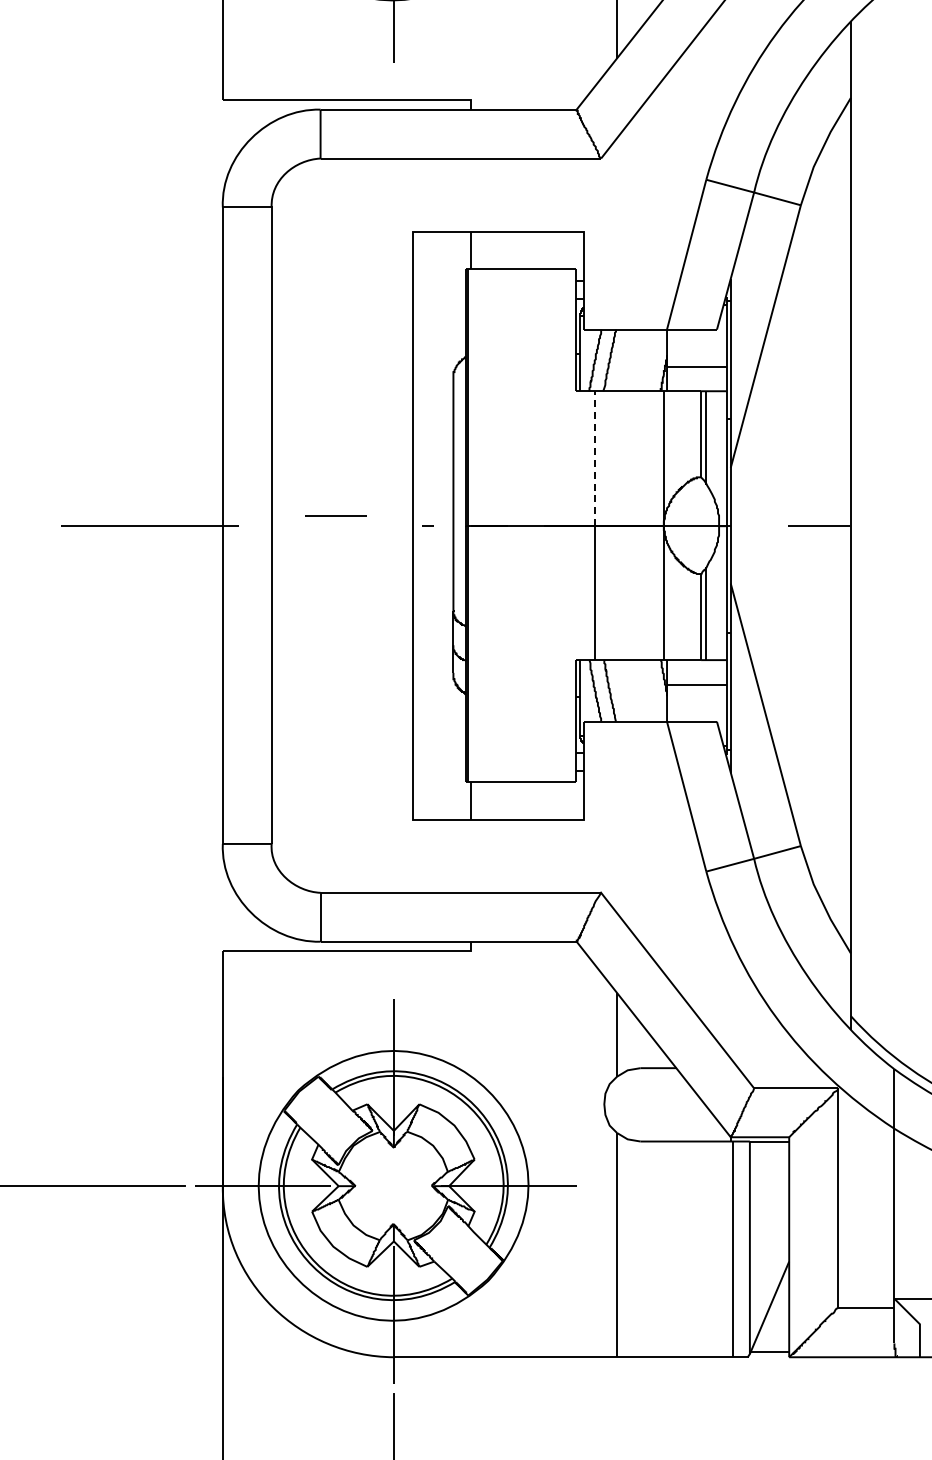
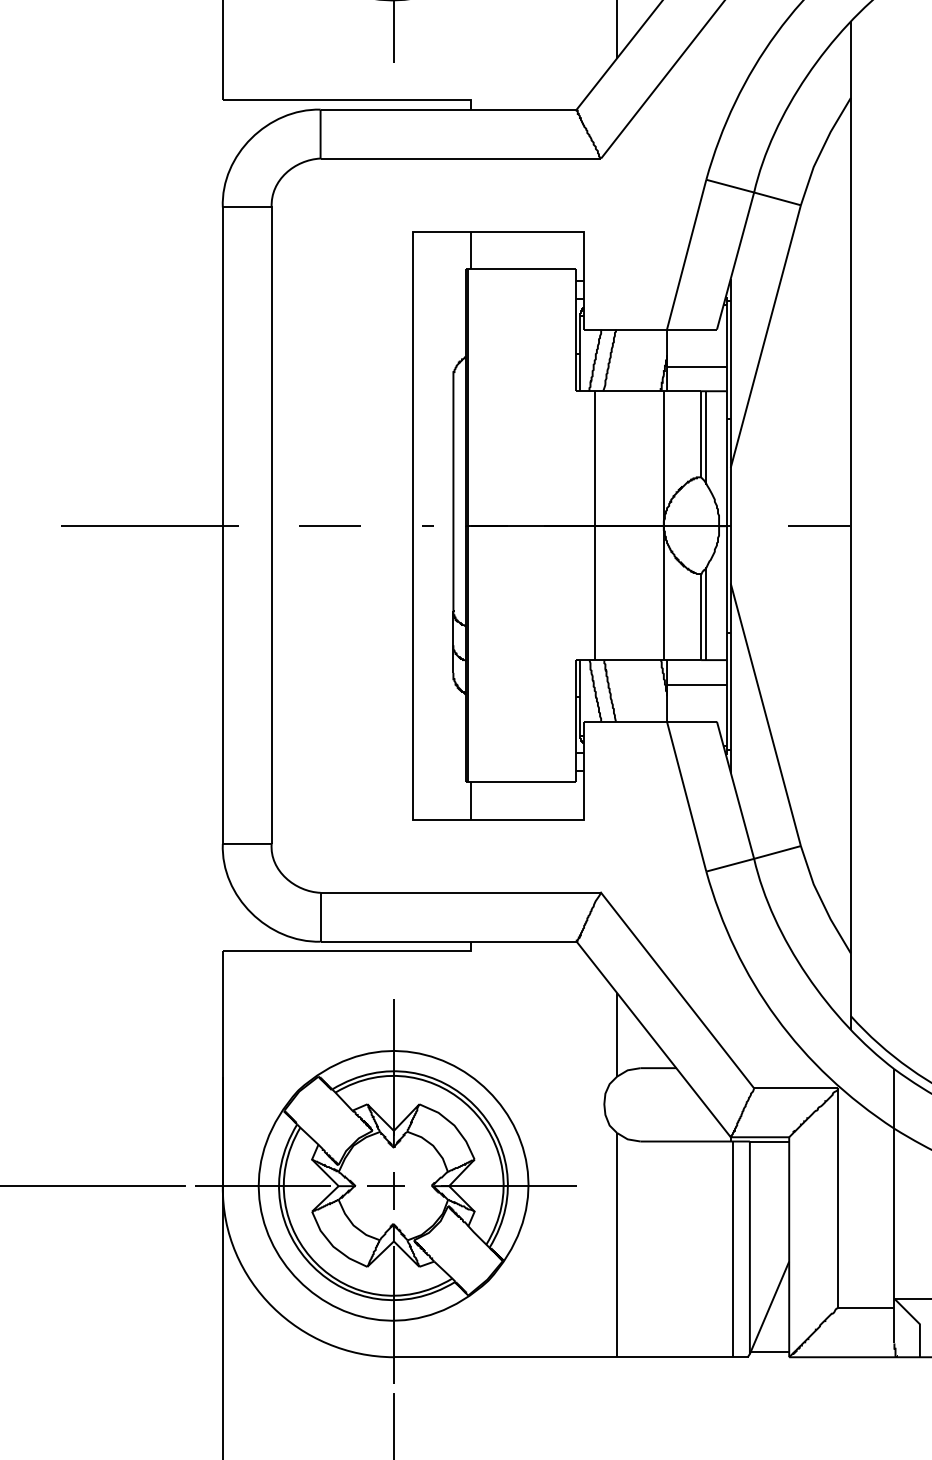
line at (594, 458): dashed -> solid
line at (335, 515) position: (335, 515) -> (329, 525)
part at (385, 1190): none -> present
